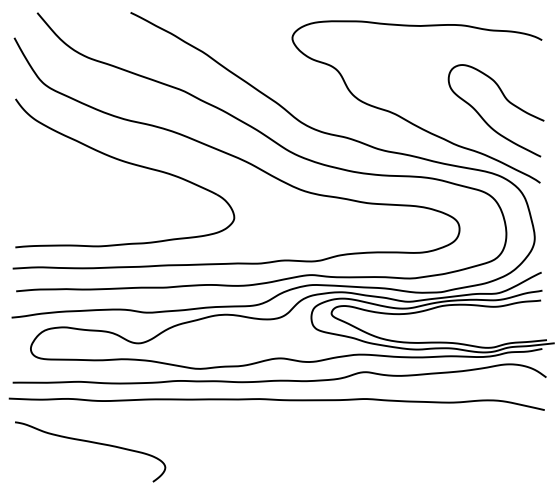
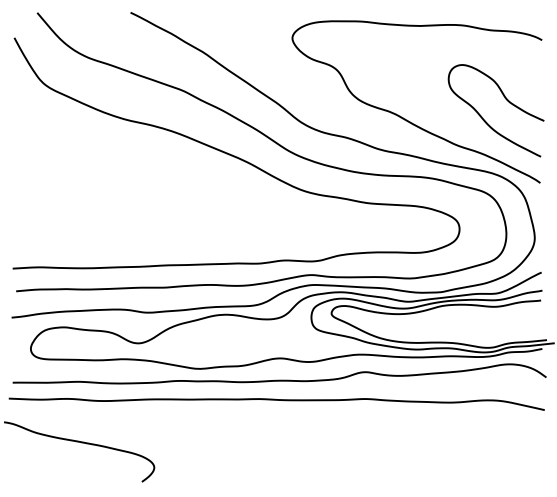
part at (129, 164): present -> none
curve at (92, 443) position: (92, 443) -> (81, 443)
